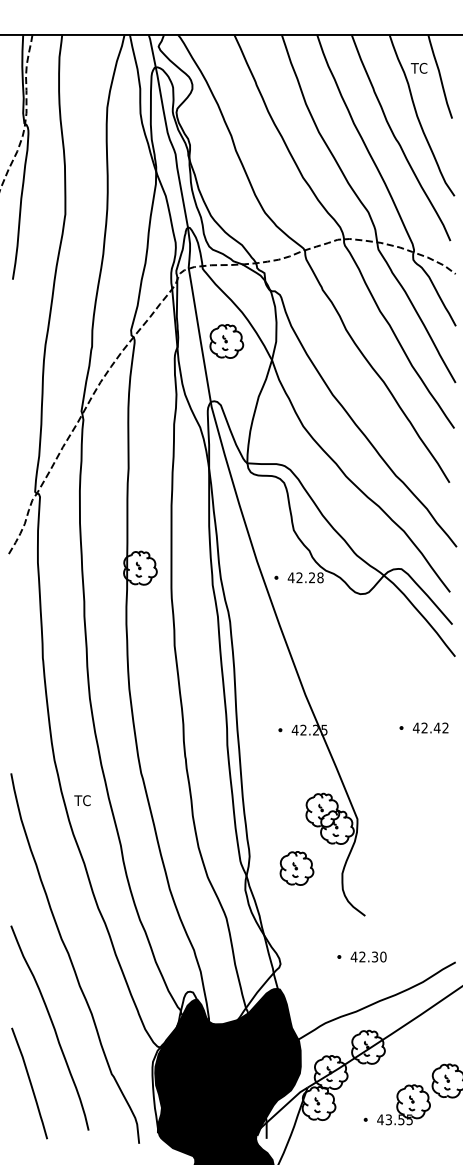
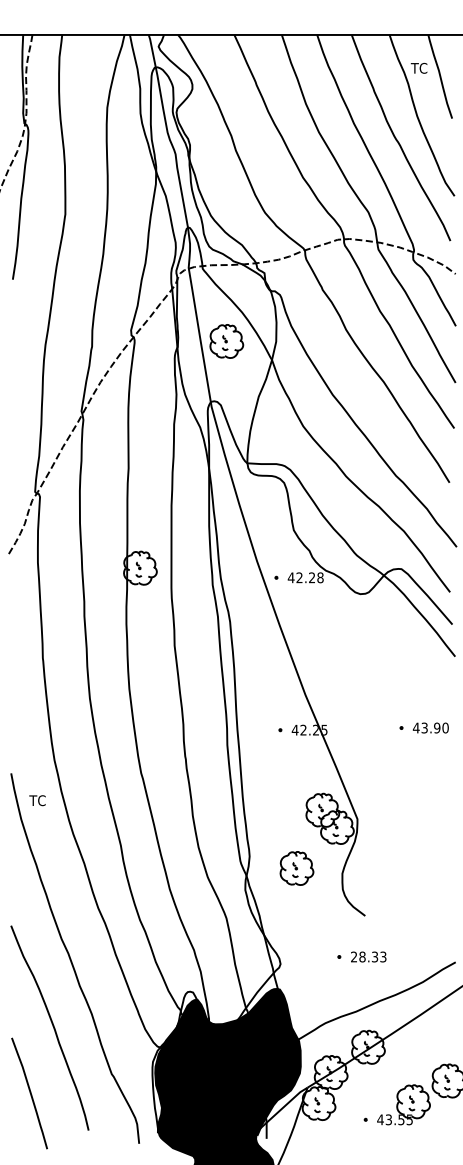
text at (434, 727): 42.42 -> 43.90
text at (82, 800) position: (82, 800) -> (37, 800)
text at (368, 956): 42.30 -> 28.33
curve at (29, 1083) position: (29, 1083) -> (29, 1093)
